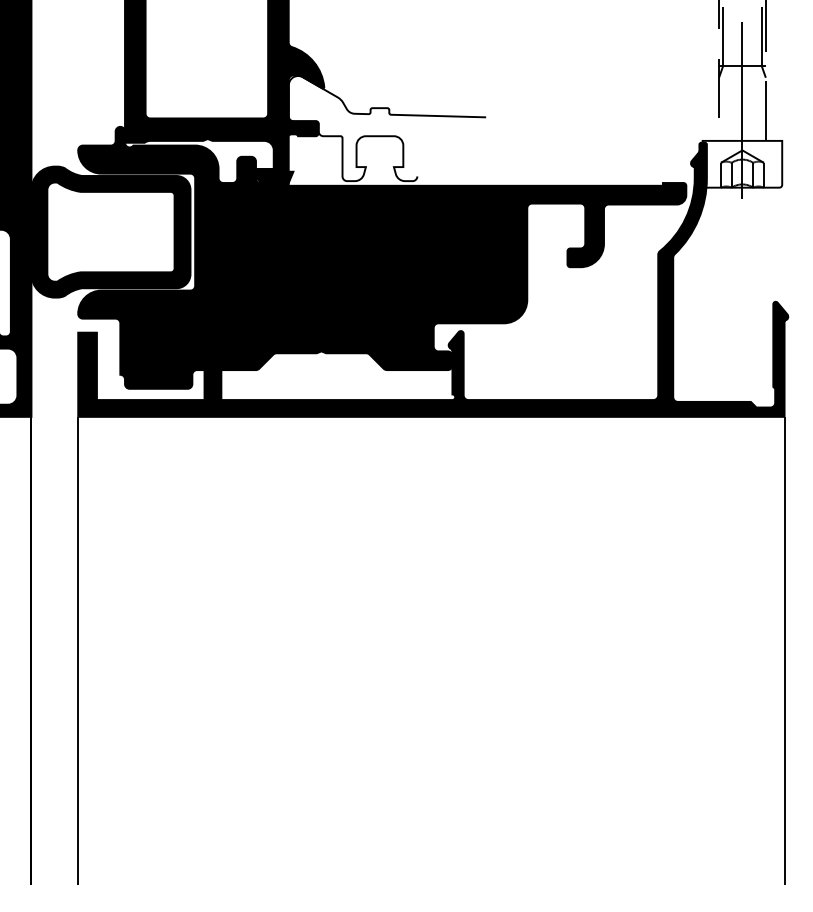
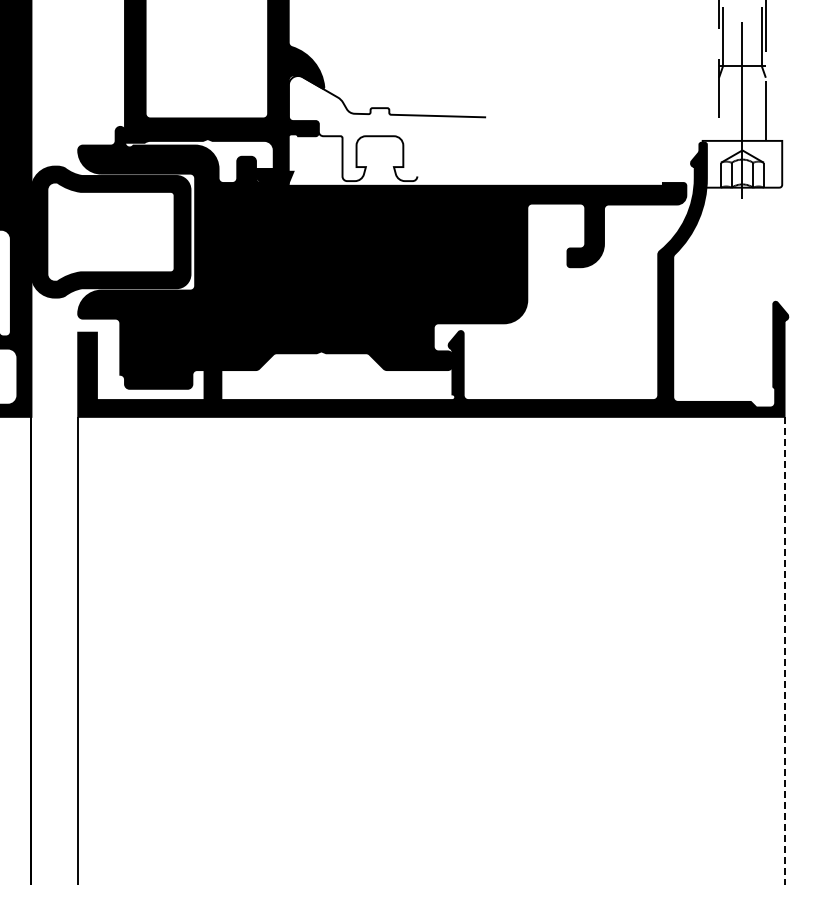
line at (784, 650): solid -> dashed
